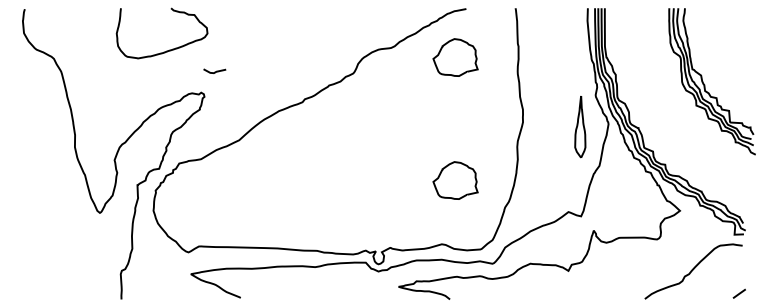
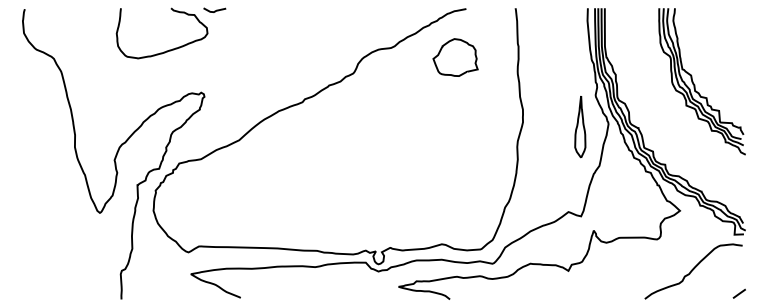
line at (214, 71) position: (214, 71) -> (214, 10)
part at (705, 85) position: (705, 85) -> (695, 85)
part at (455, 180): present -> none
